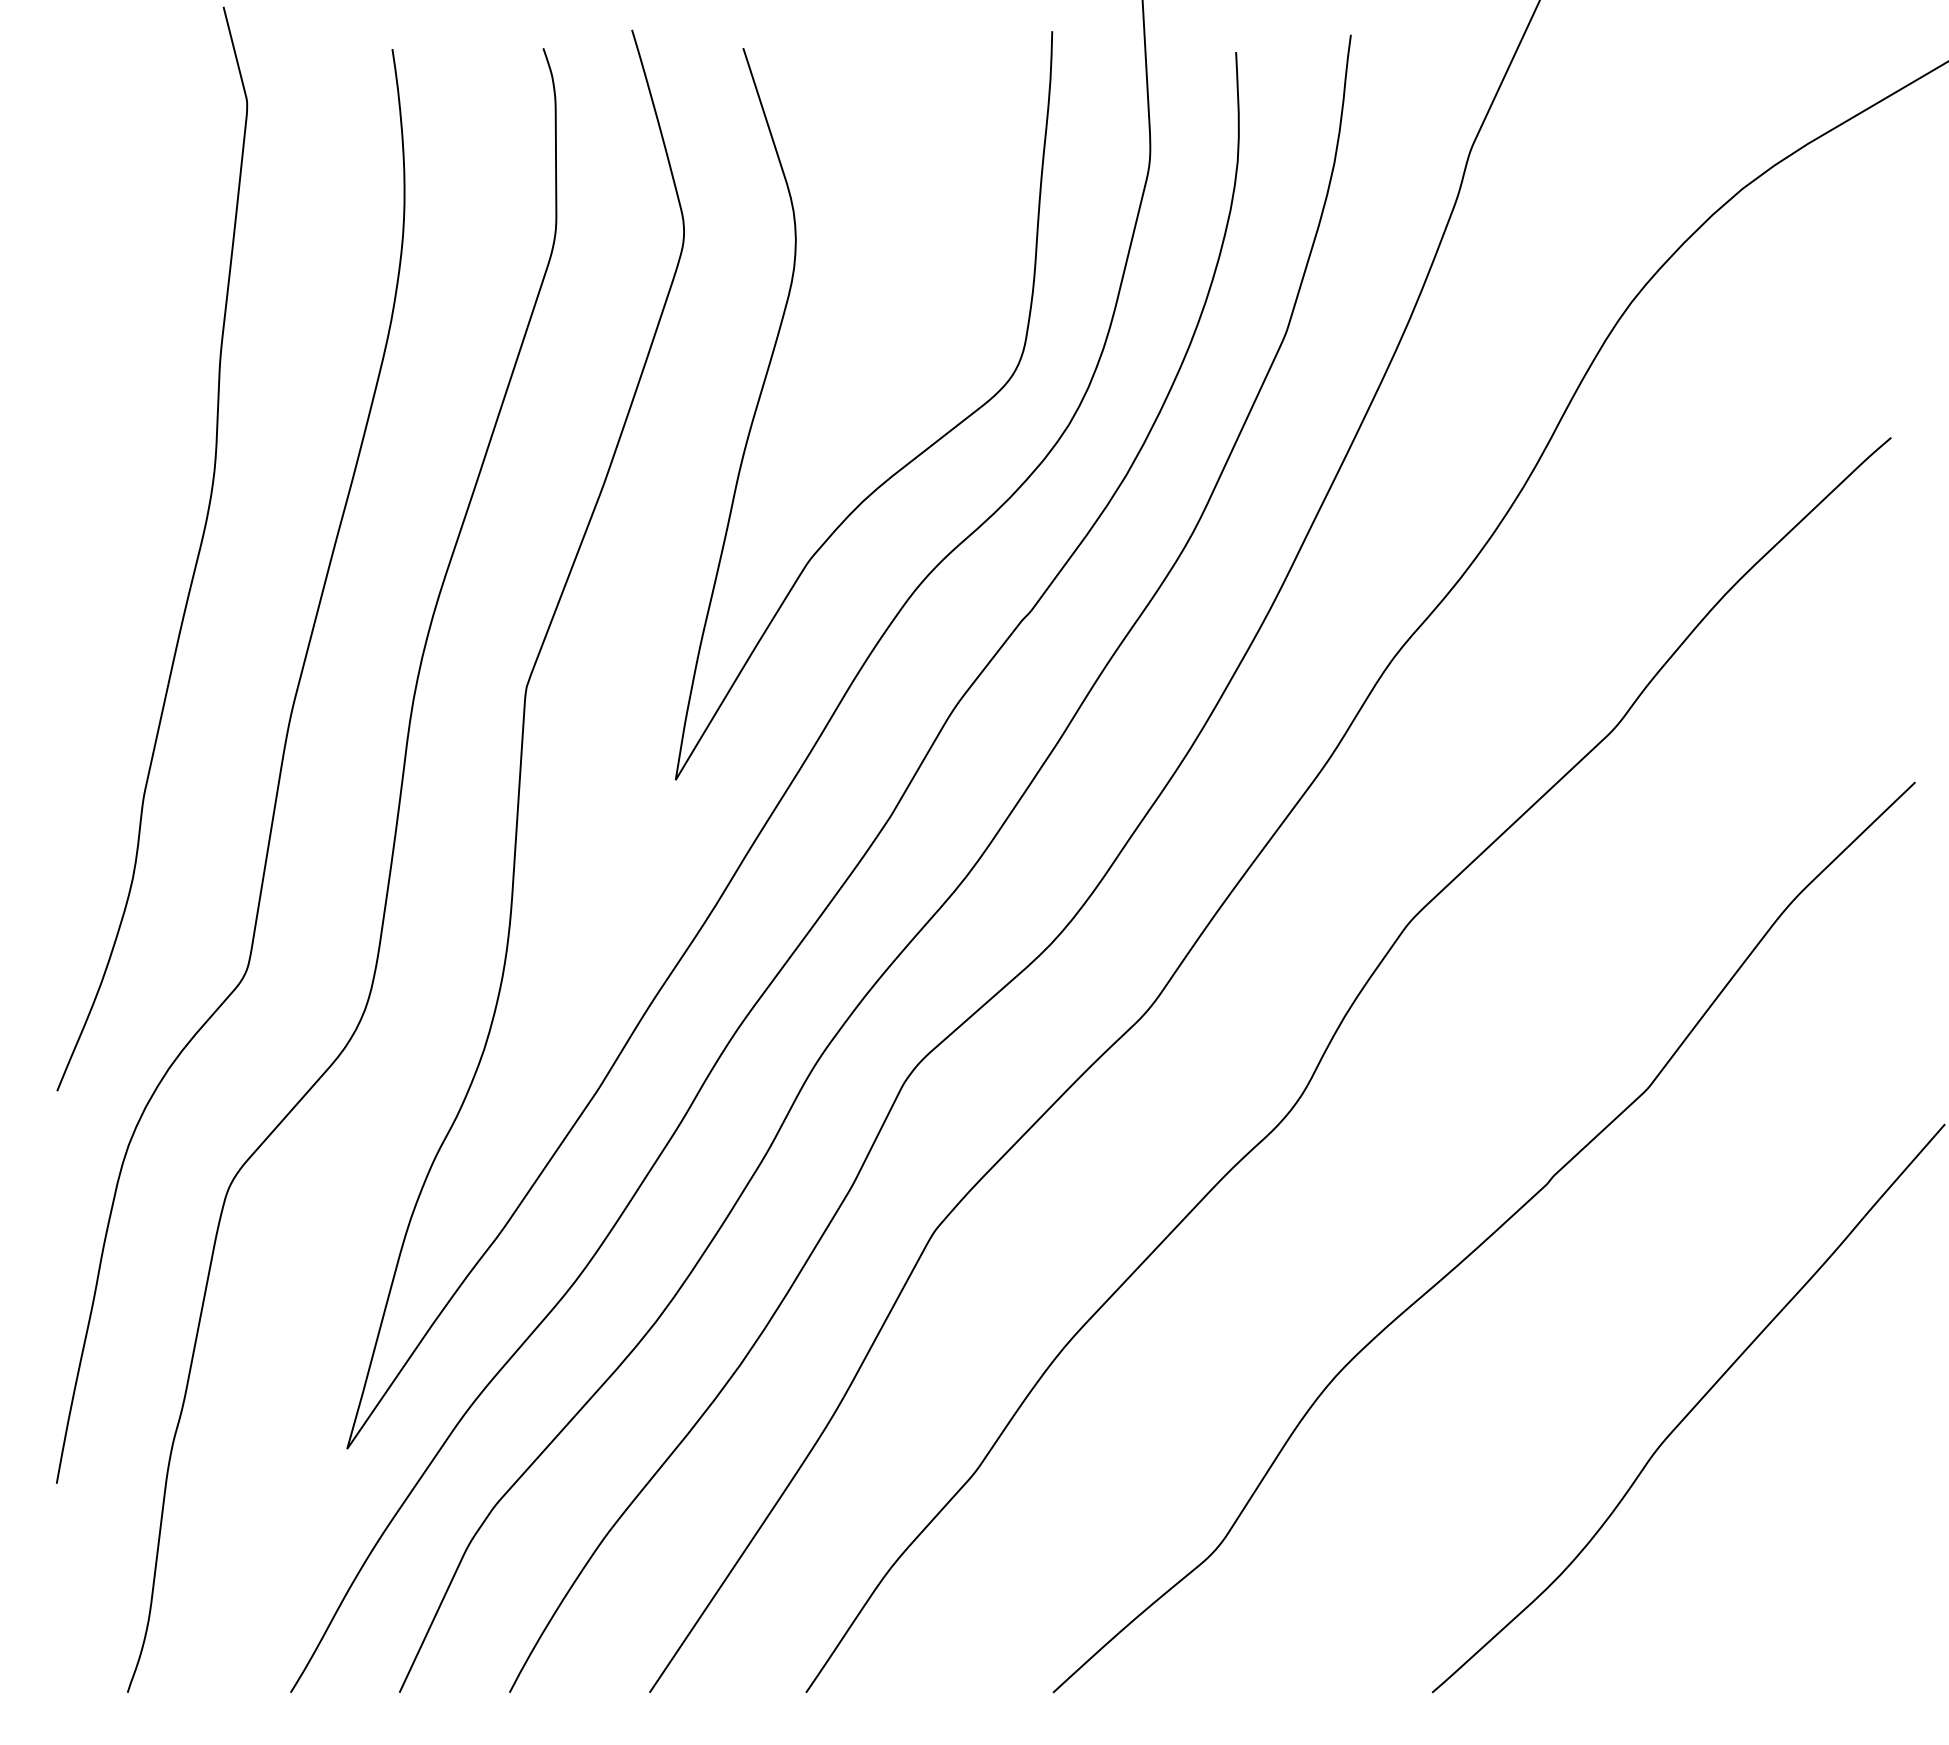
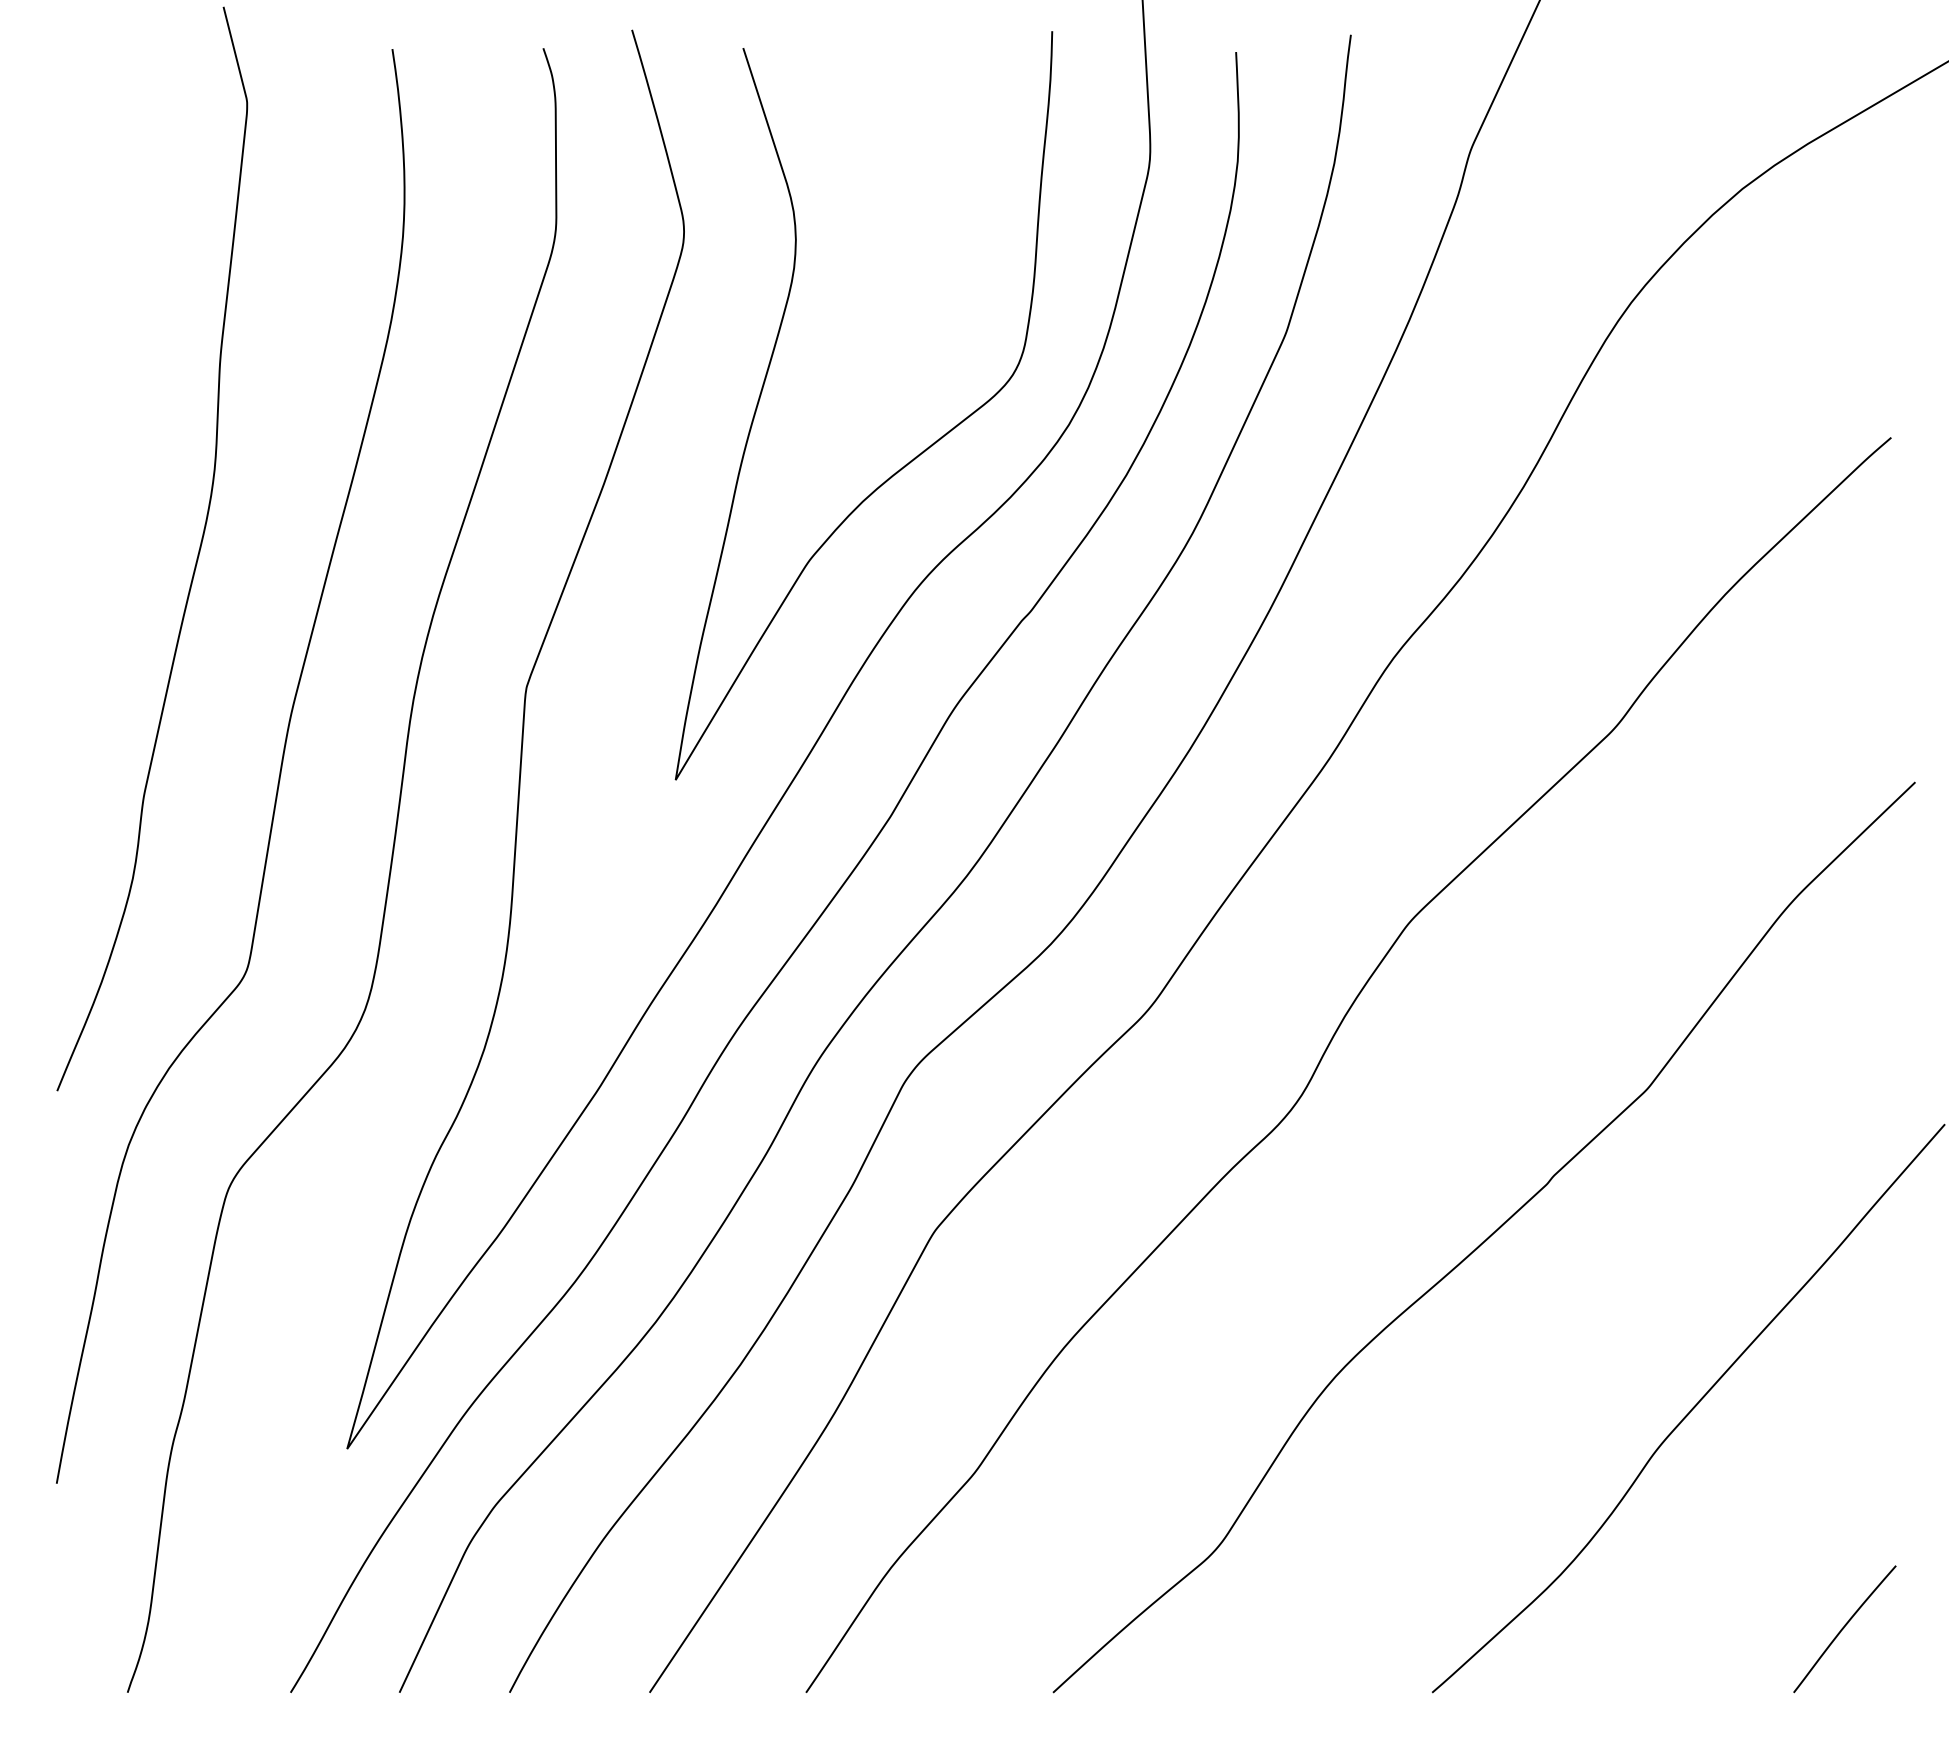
curve at (1844, 1628): none -> present
